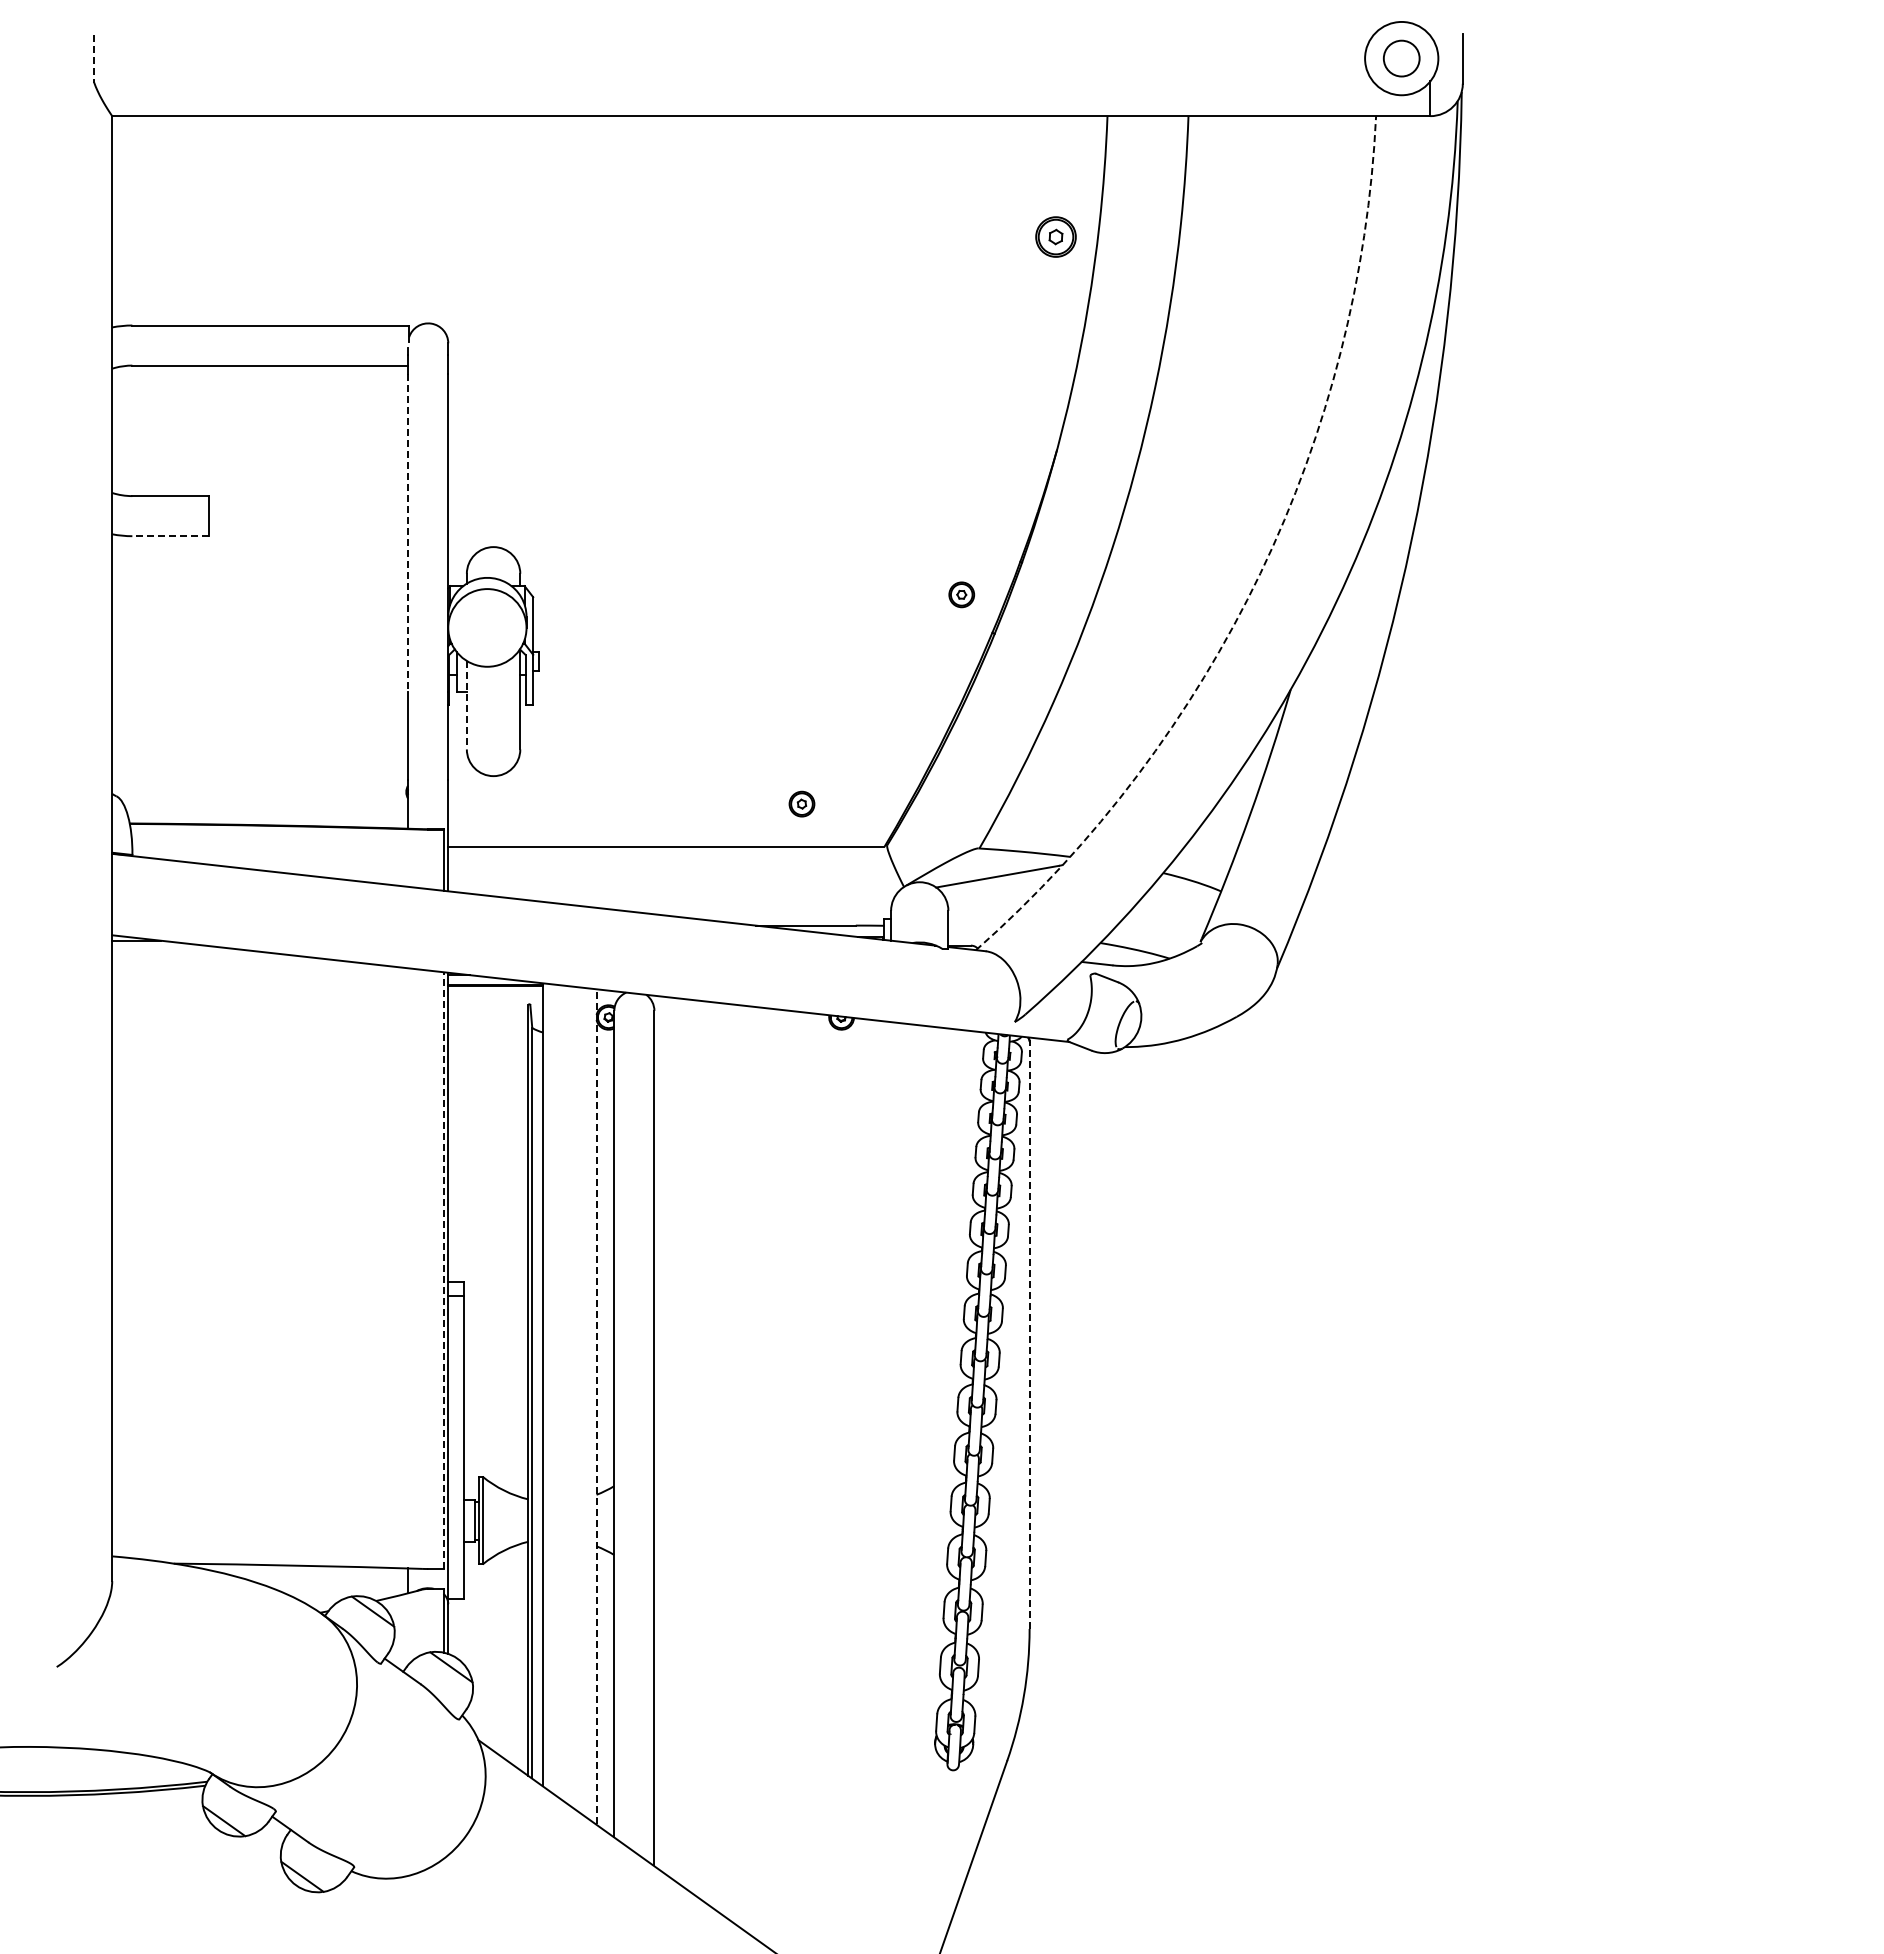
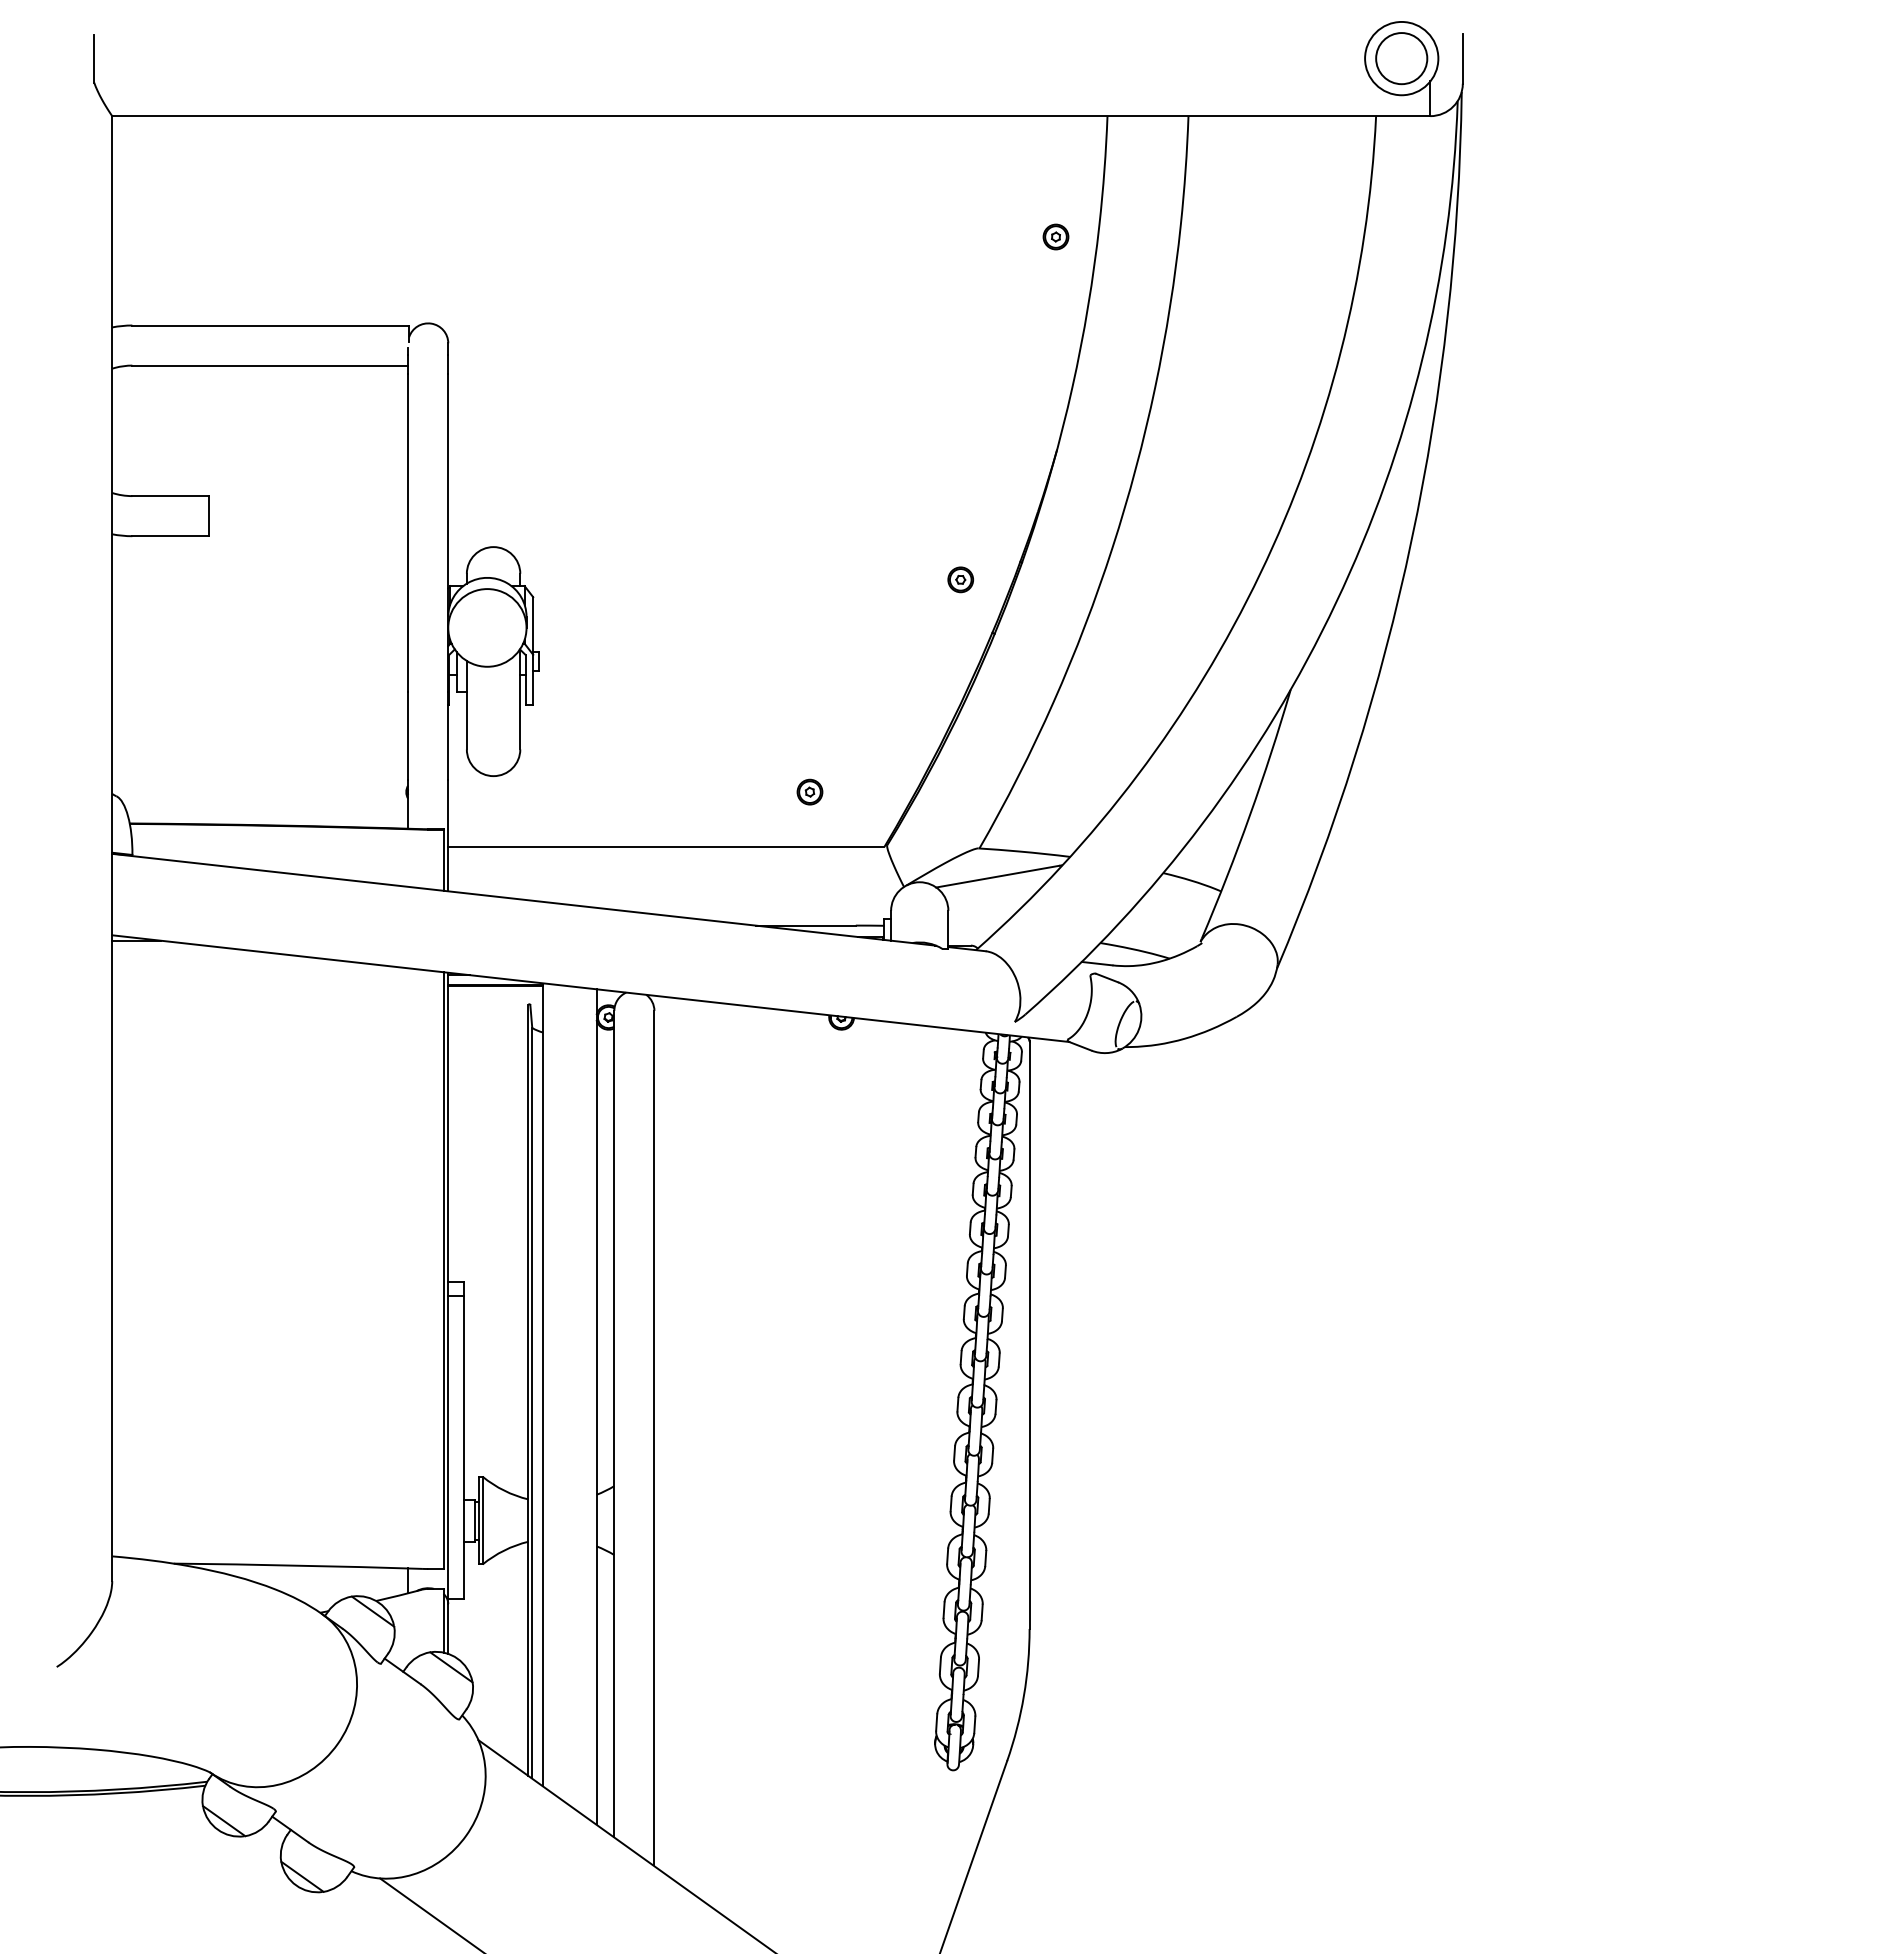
circle at (1401, 58) diameter: 36 px -> 51 px
line at (94, 59): dashed -> solid
part at (1055, 236) size: 42x42 px -> 28x28 px
line at (408, 533): dashed -> solid
line at (170, 536): dashed -> solid
arc at (1260, 573): dashed -> solid
part at (961, 594) position: (961, 594) -> (960, 579)
line at (466, 705): dashed -> solid
part at (801, 803) position: (801, 803) -> (809, 791)
line at (443, 1270): dashed -> solid
line at (1029, 1335): dashed -> solid
line at (596, 1406): dashed -> solid
line at (430, 1914): none -> present
